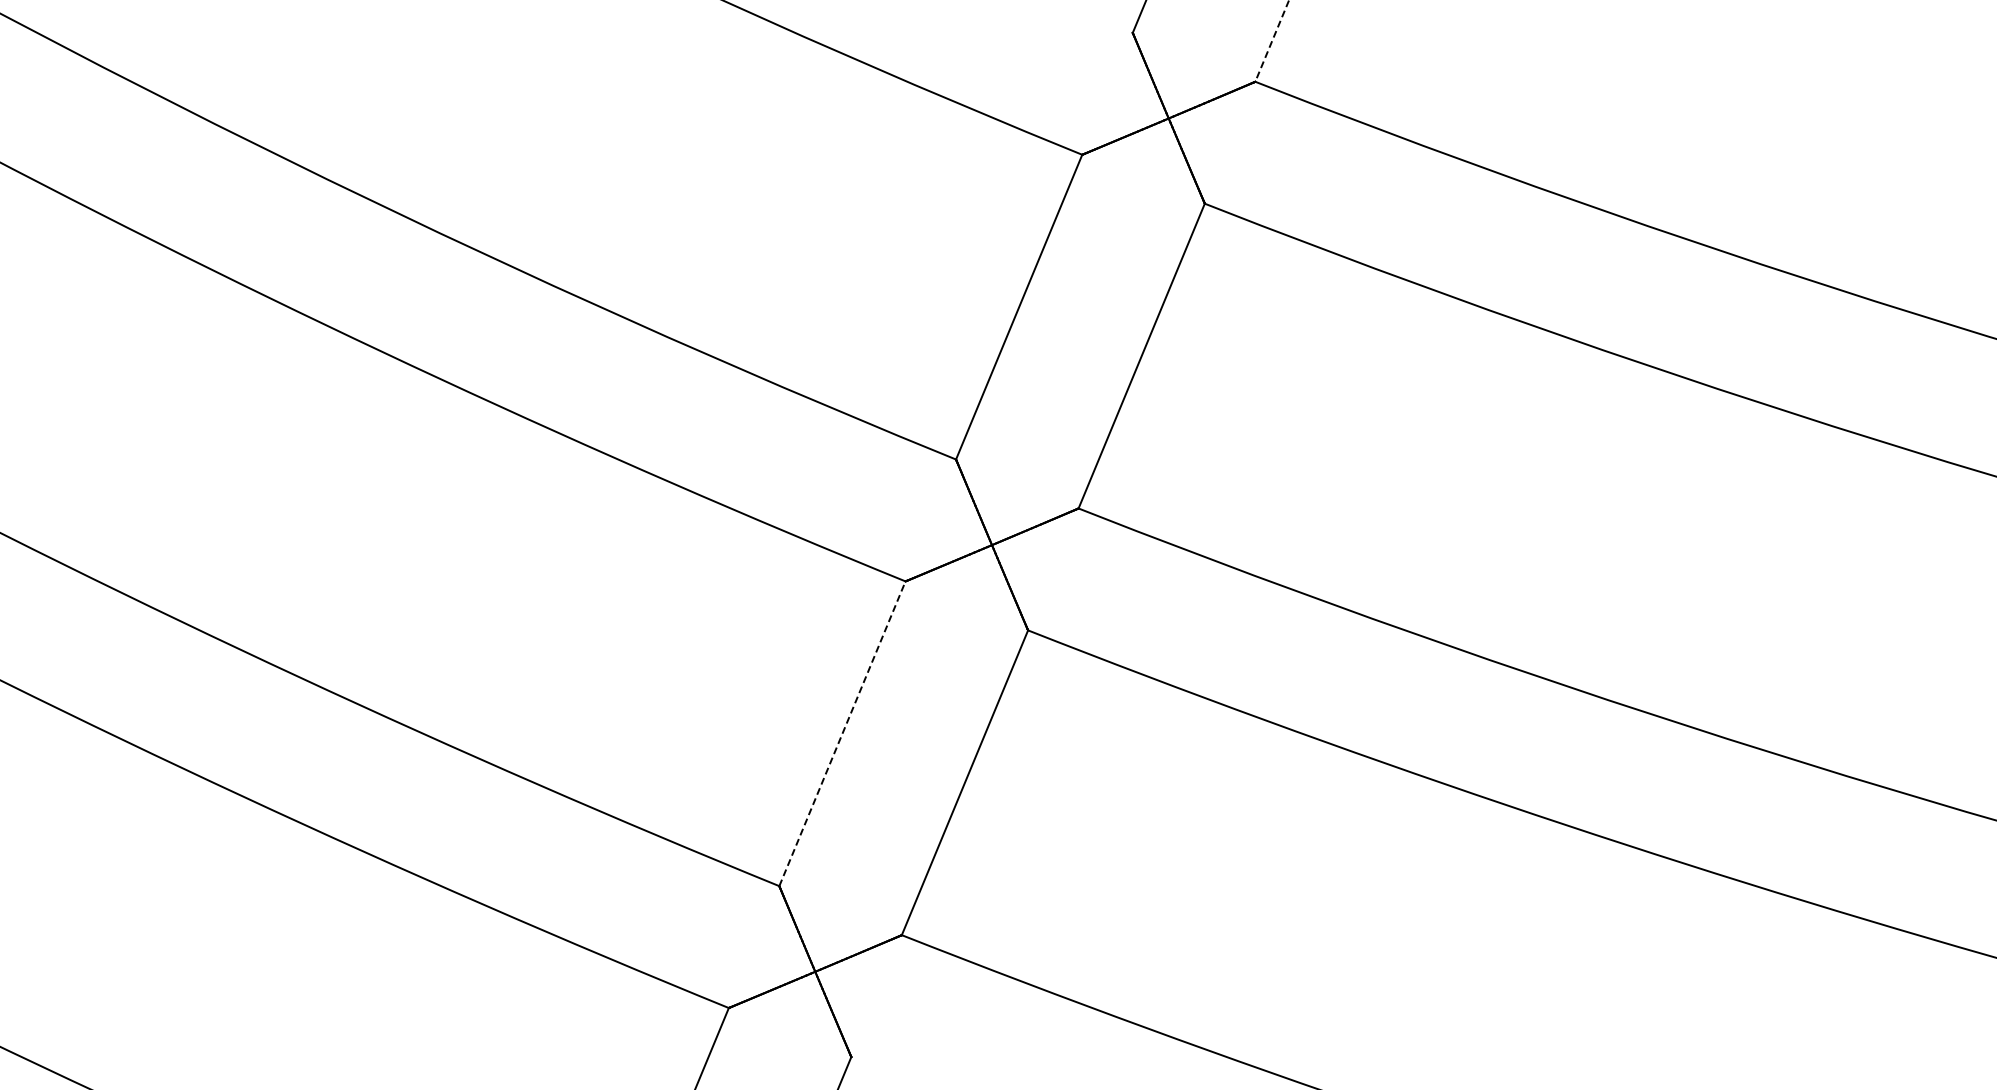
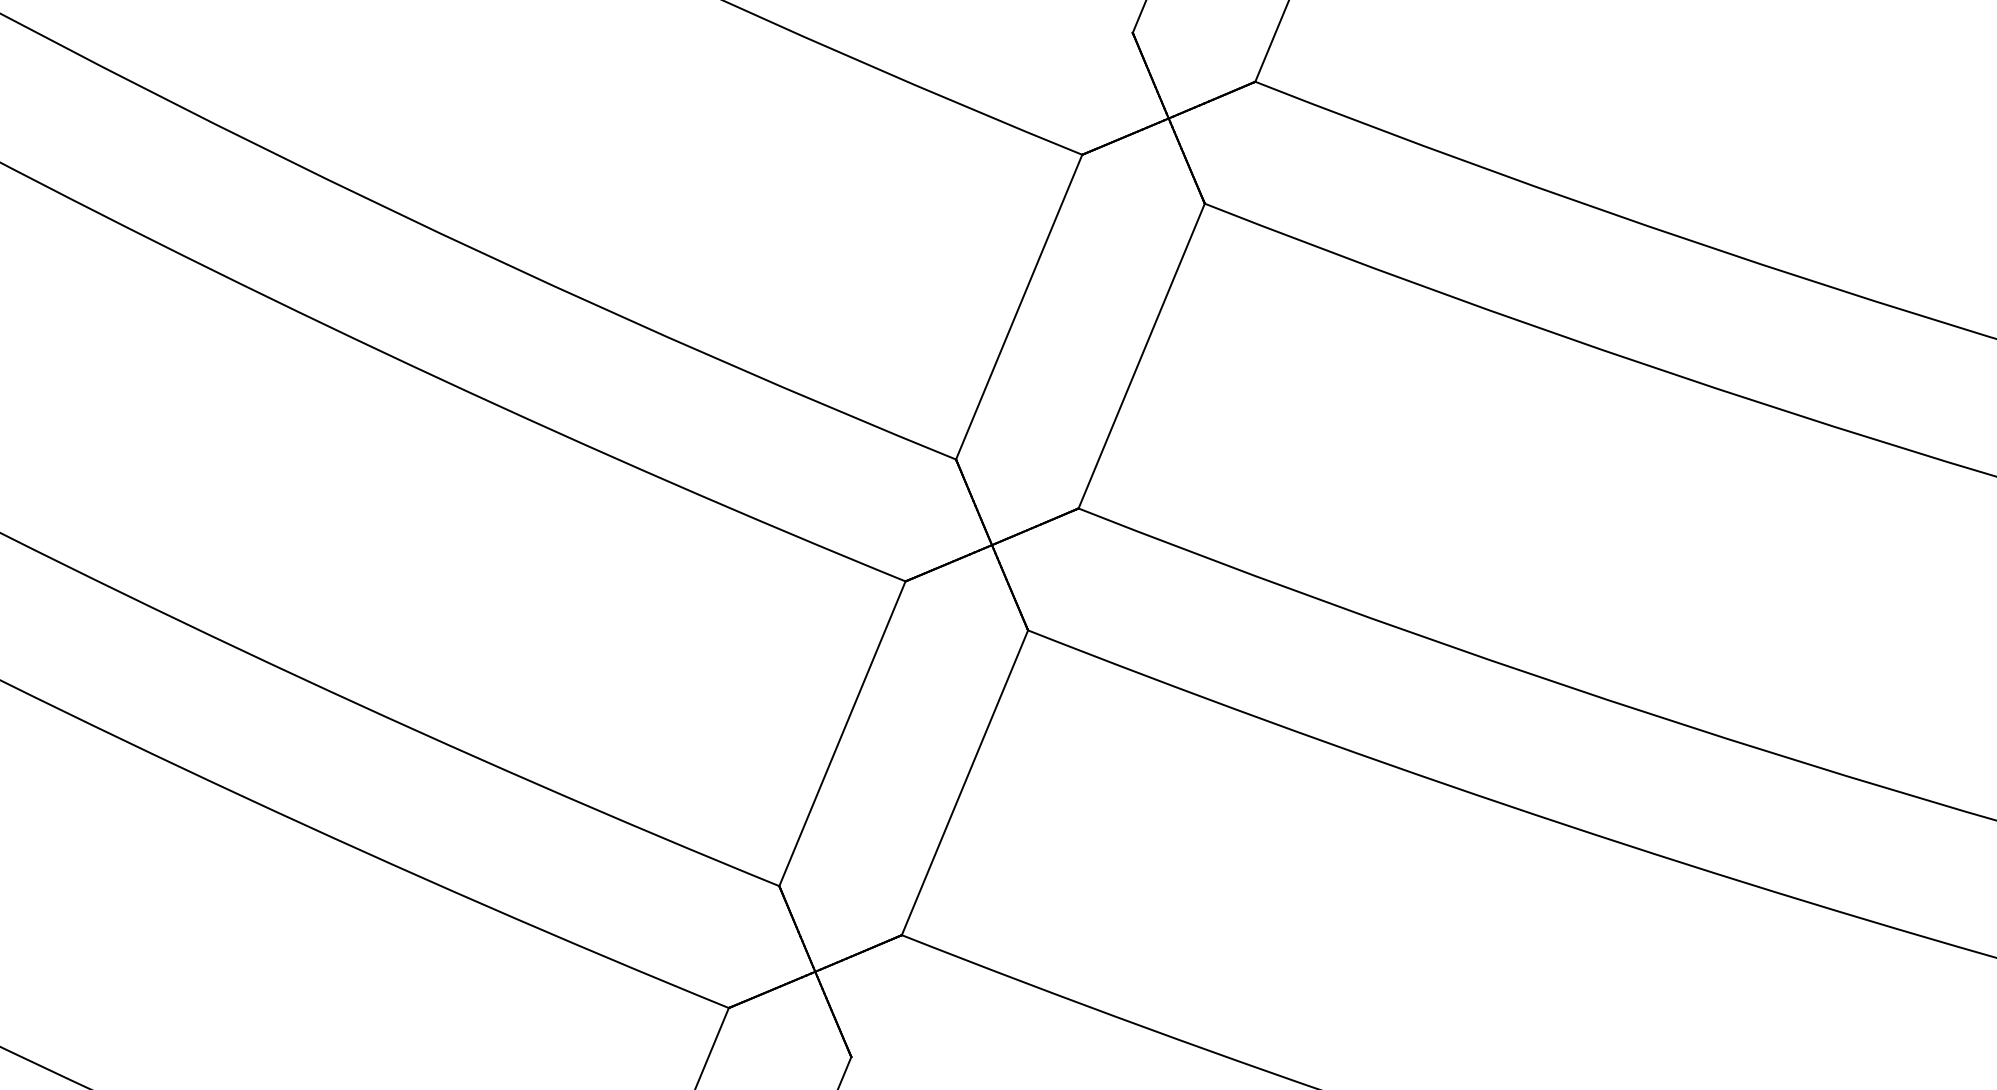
line at (1272, 41): dashed -> solid
line at (842, 733): dashed -> solid
